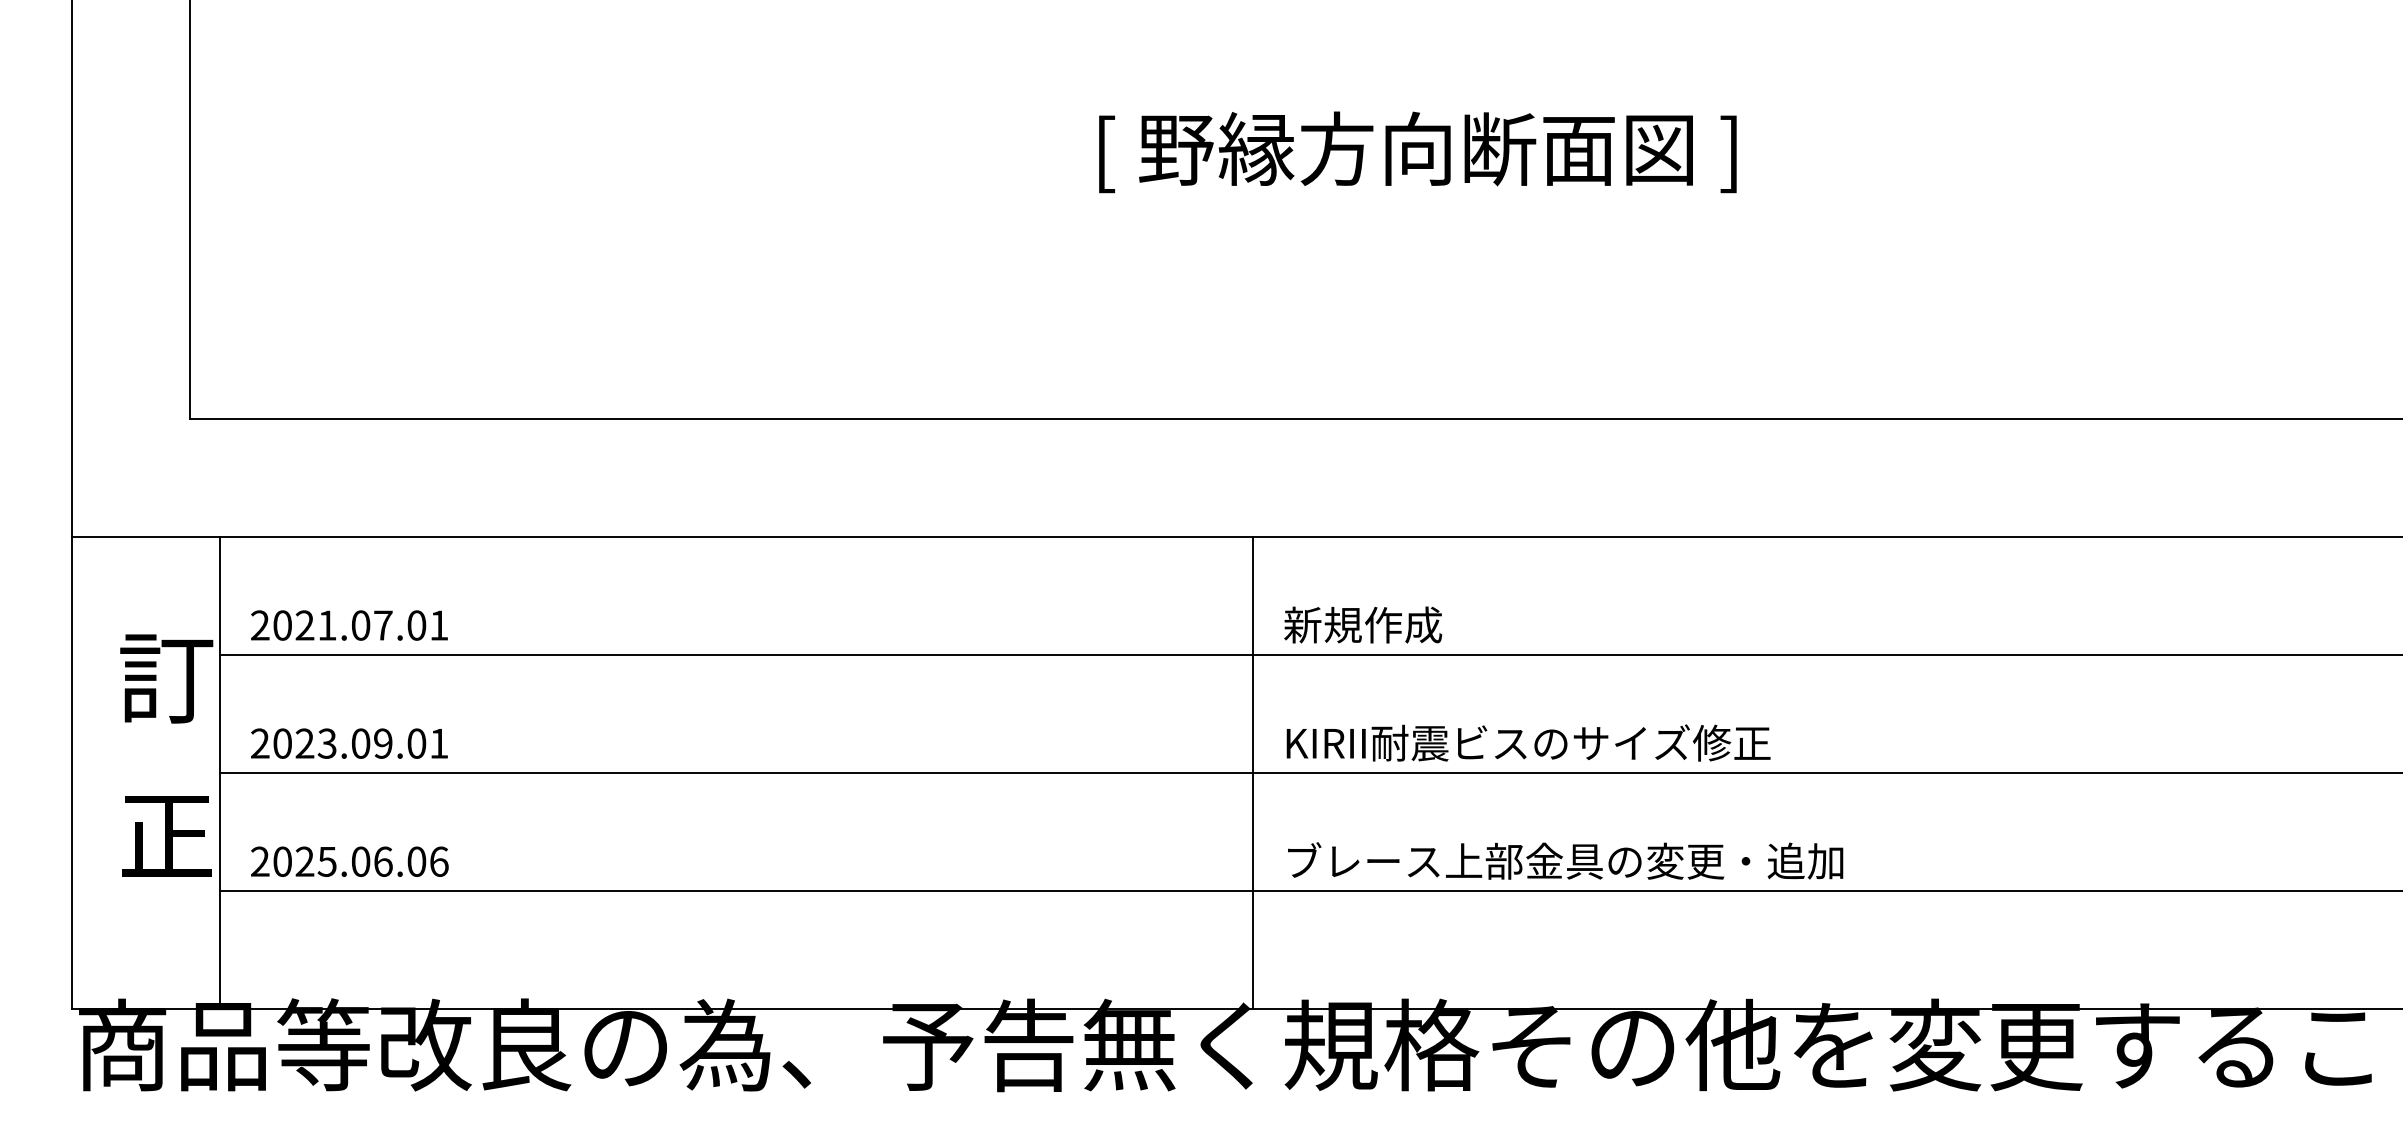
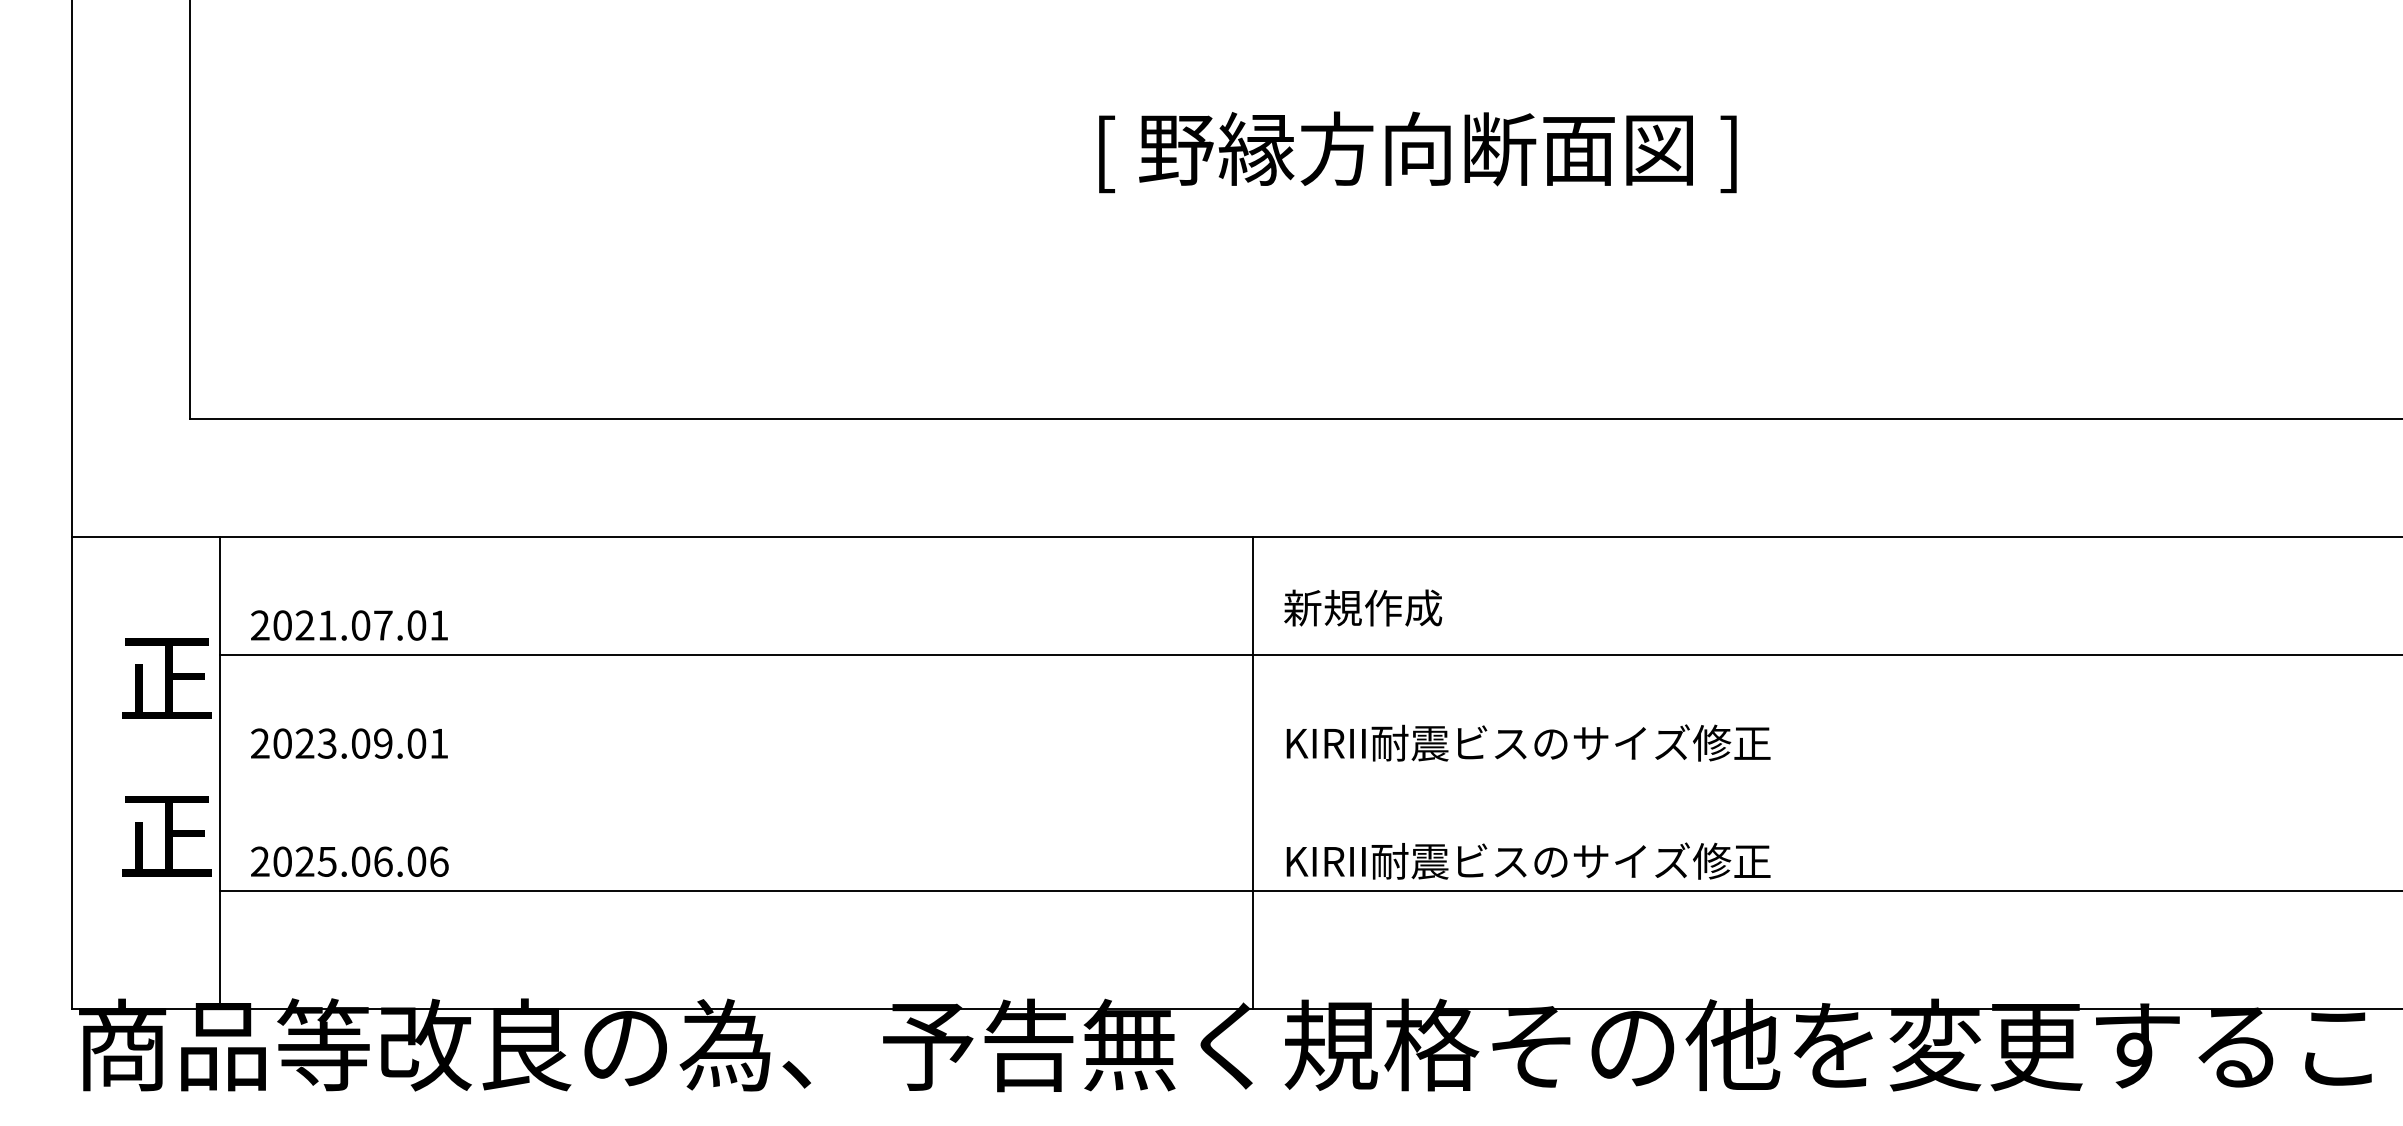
text at (1363, 624) position: (1363, 624) -> (1363, 607)
text at (166, 678): 訂 -> 正
line at (1309, 773): present -> none
text at (1564, 860): ブレース上部金具の変更・追加 -> KIRII耐震ビスのサイズ修正
